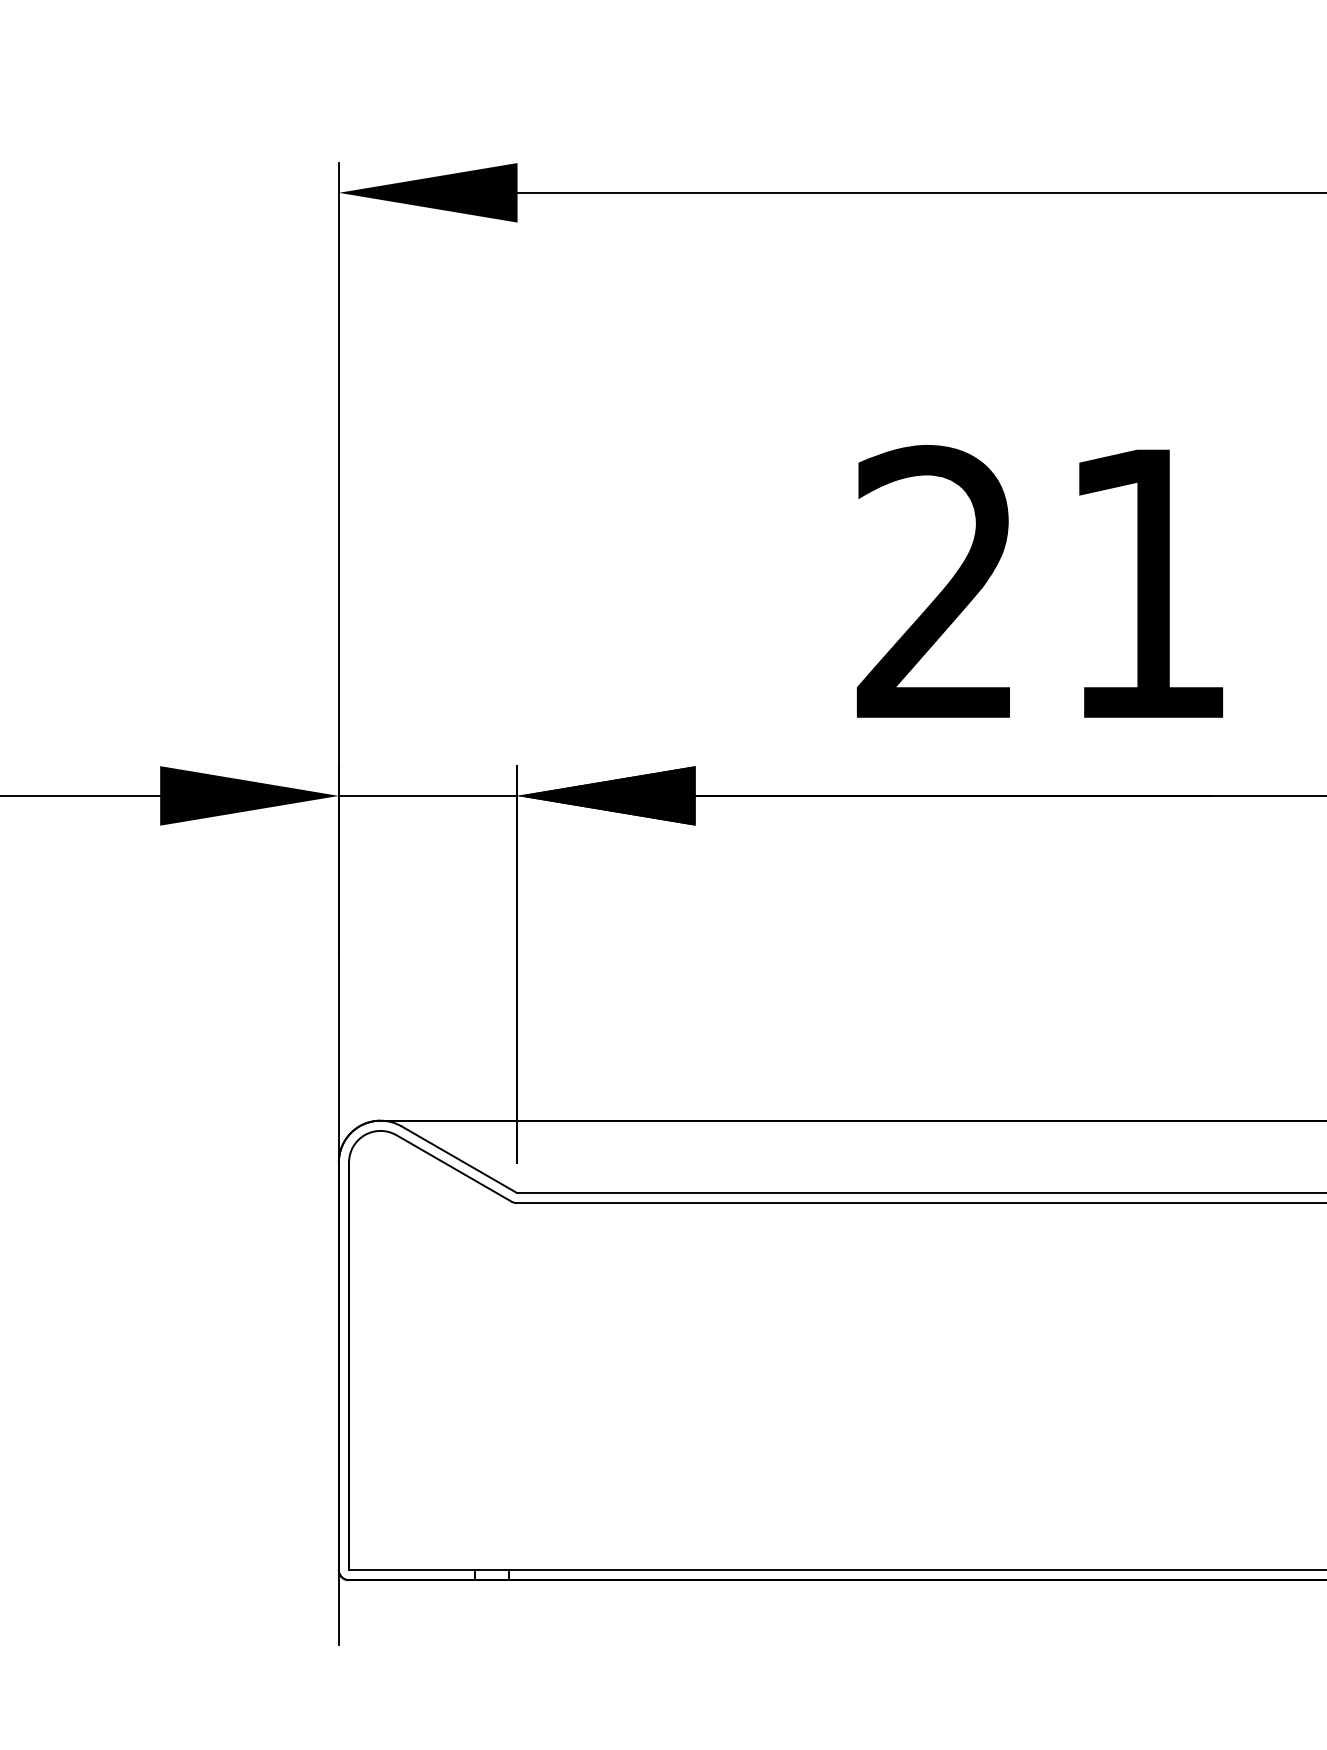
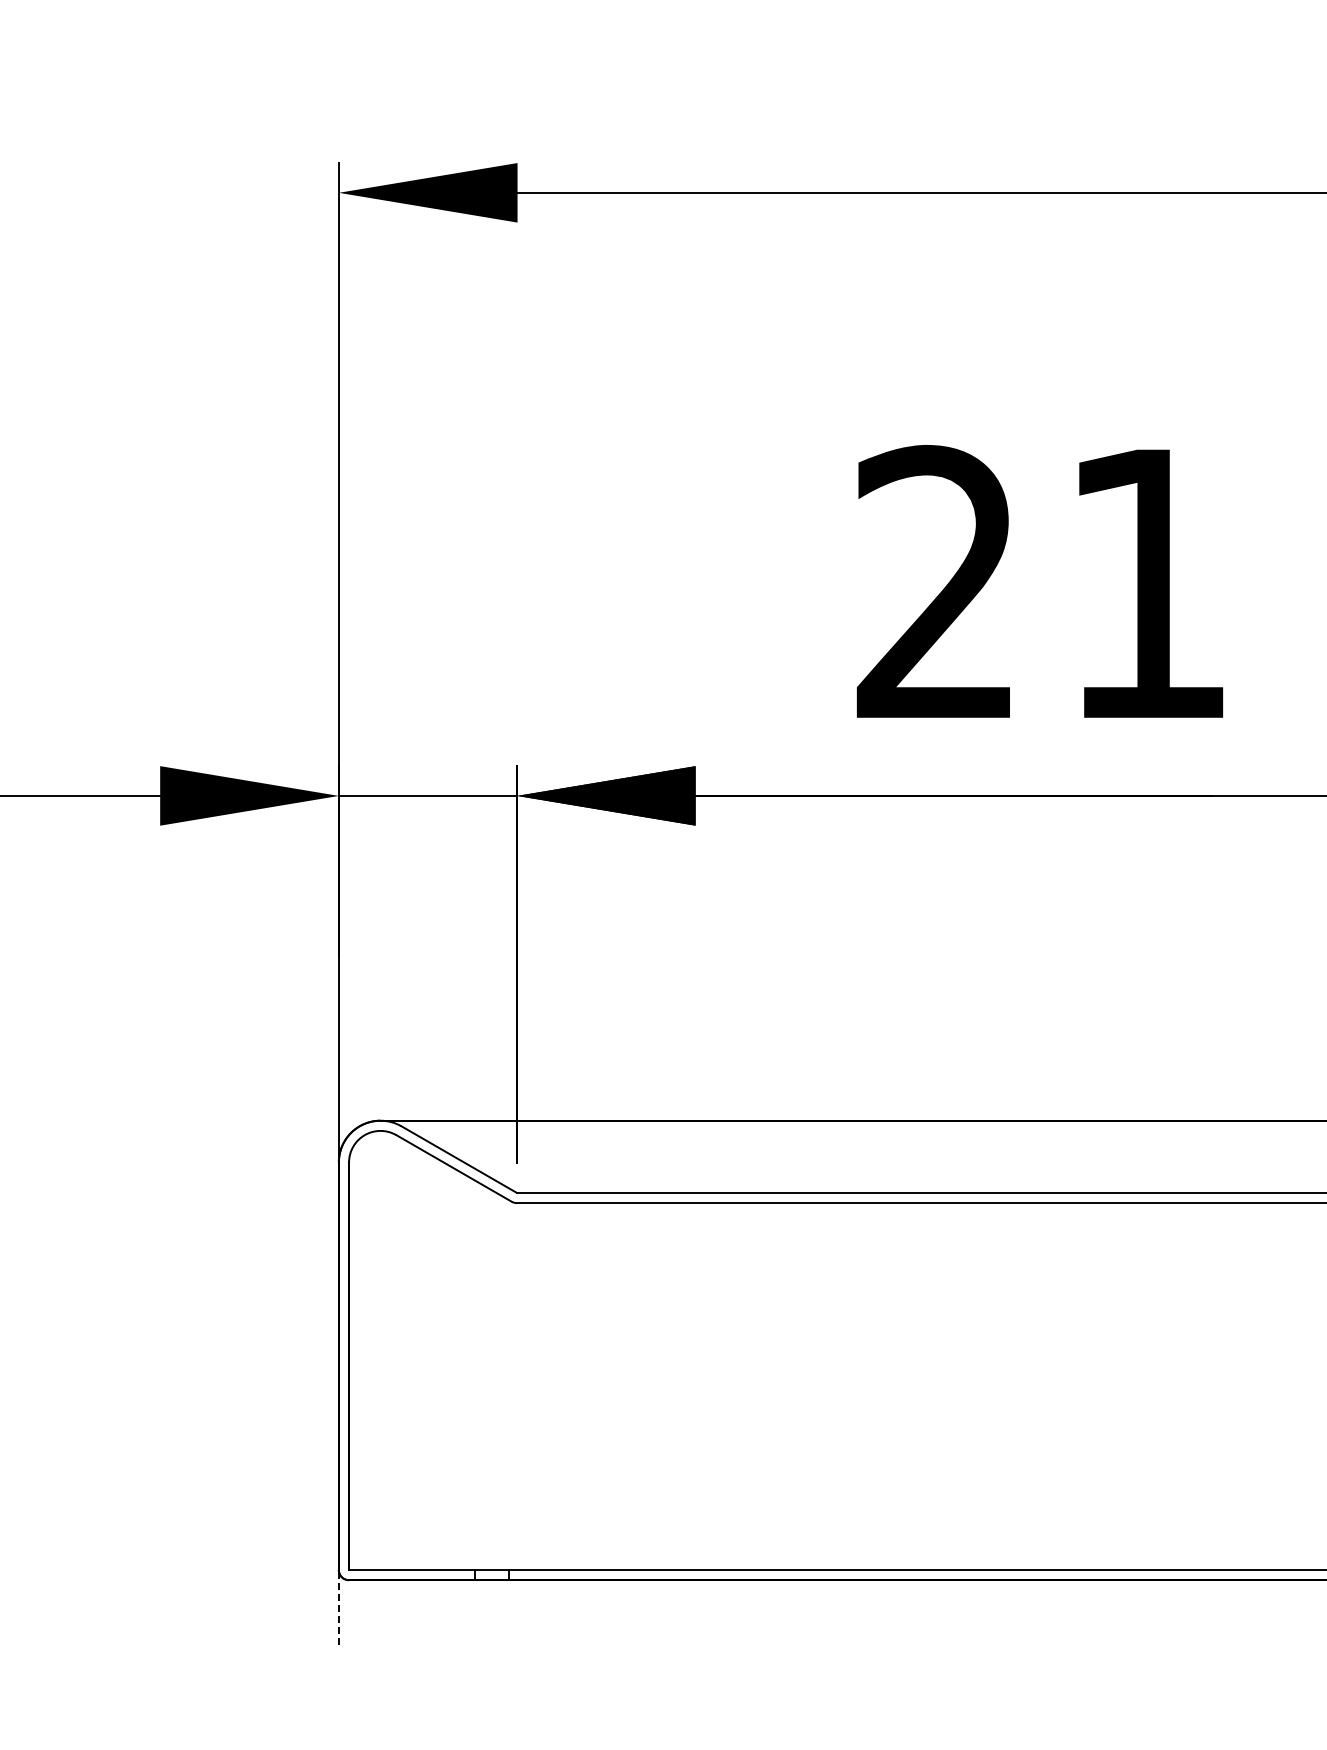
line at (338, 1606): solid -> dashed
